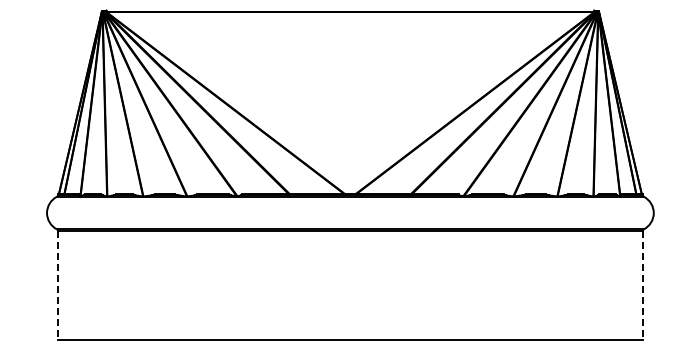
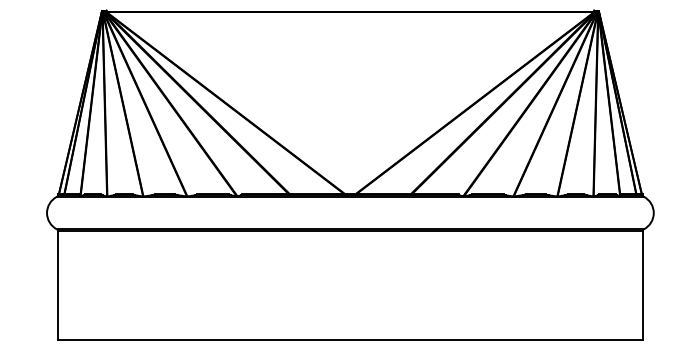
line at (58, 285): dashed -> solid
line at (642, 285): dashed -> solid
